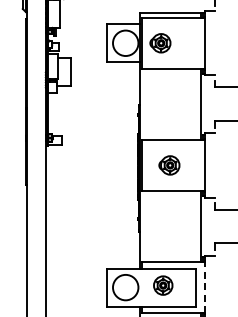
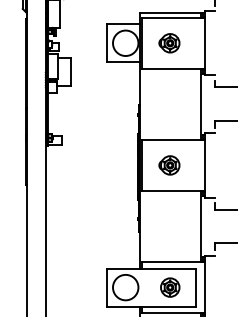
part at (160, 43) position: (160, 43) -> (169, 43)
part at (163, 285) position: (163, 285) -> (170, 287)
line at (204, 287): dashed -> solid
